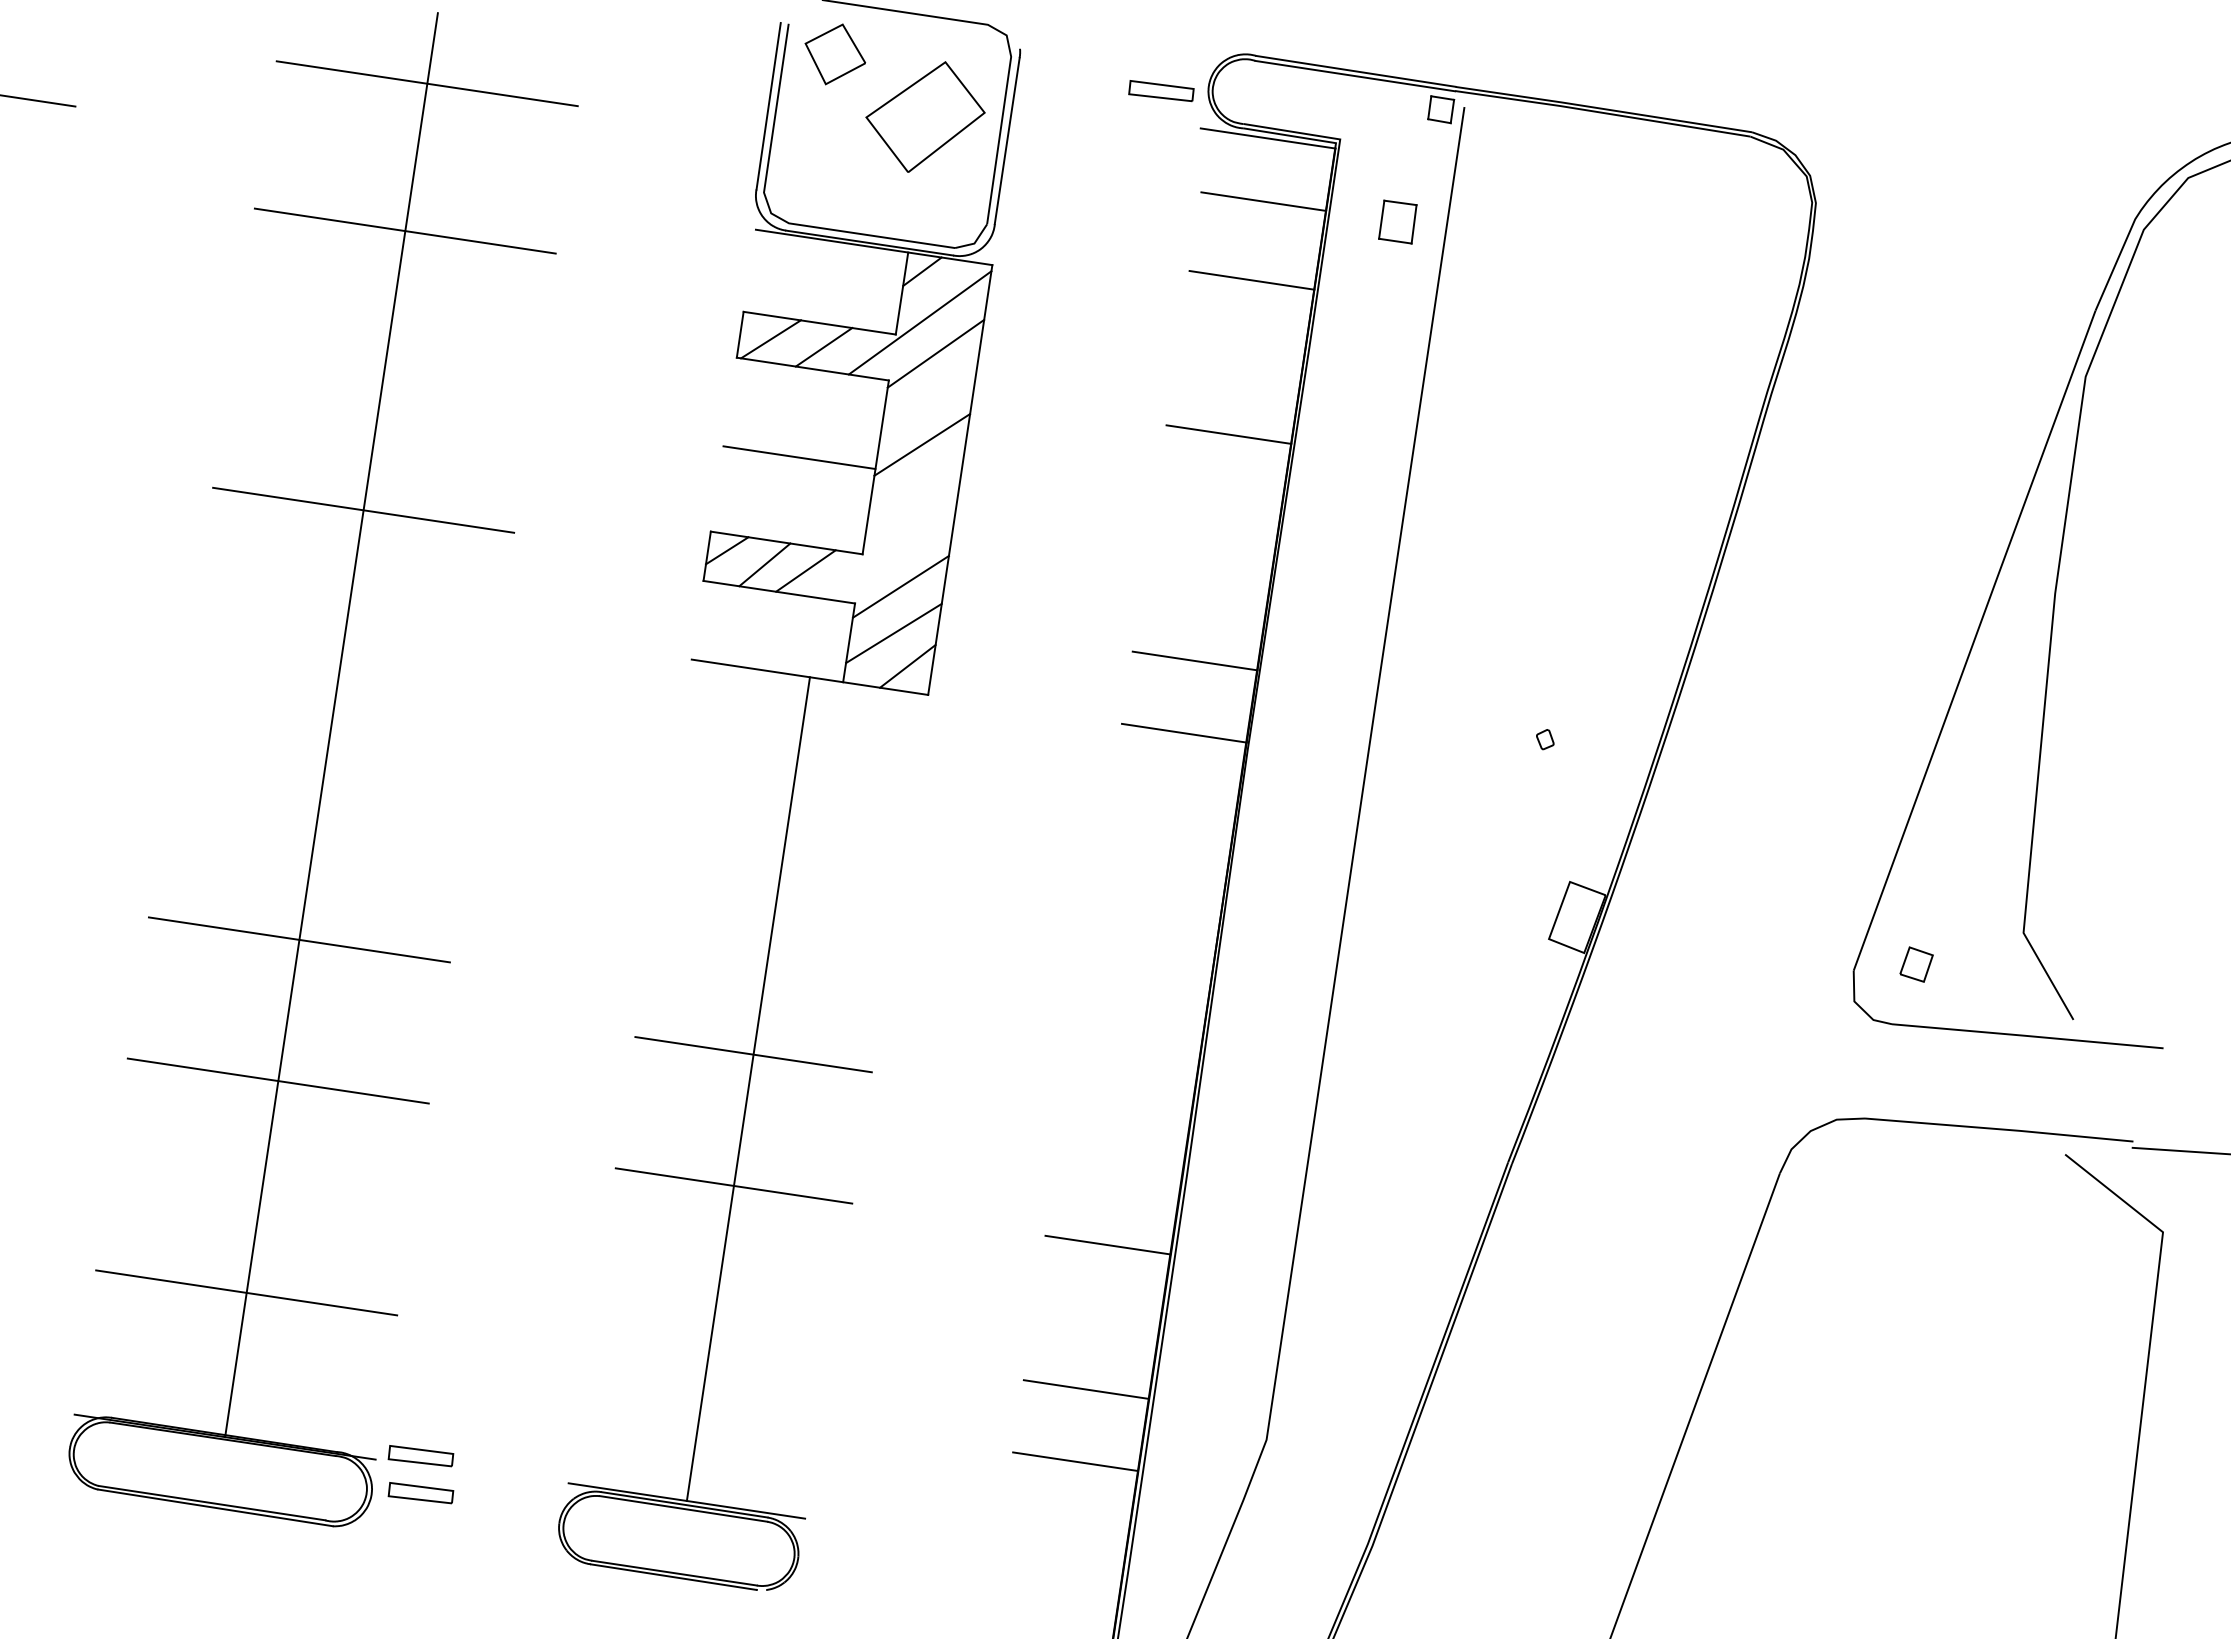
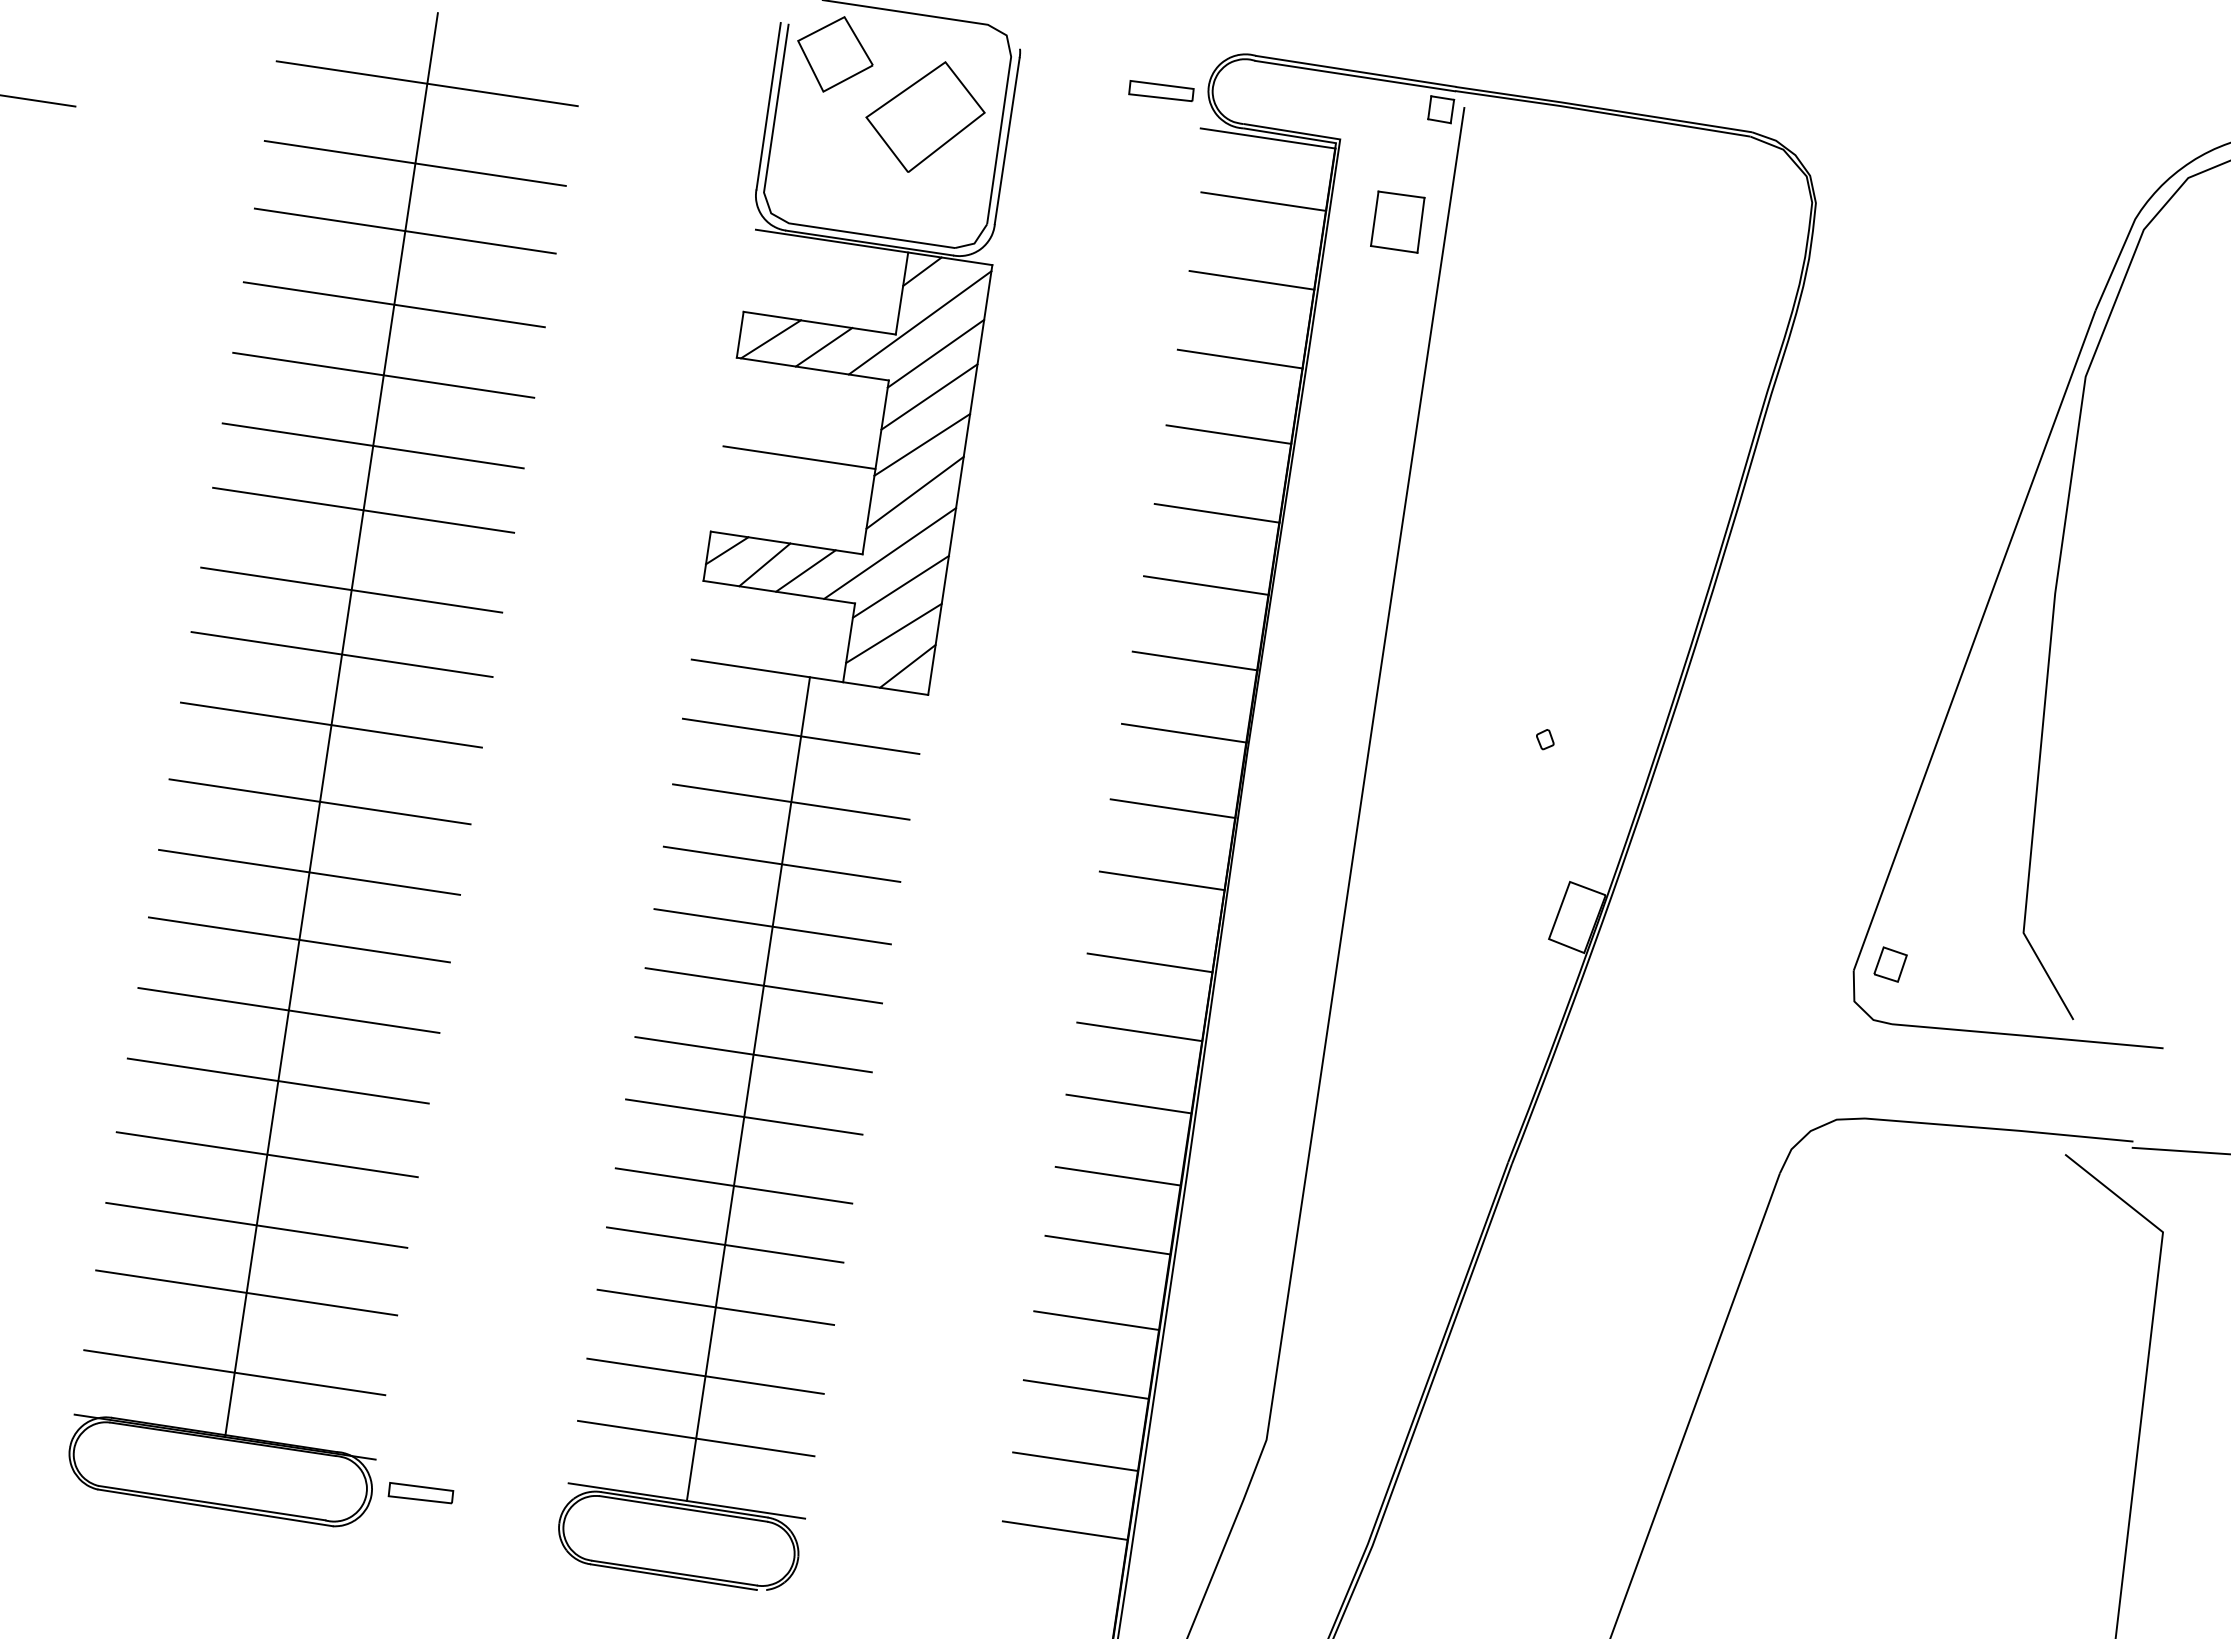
part at (835, 54) size: 63x63 px -> 77x77 px
line at (414, 162): none -> present
part at (1397, 221) size: 40x46 px -> 56x64 px
line at (393, 304): none -> present
line at (1239, 358): none -> present
line at (383, 374): none -> present
line at (929, 396): none -> present
line at (372, 445): none -> present
line at (914, 492): none -> present
line at (1216, 512): none -> present
line at (890, 553): none -> present
line at (1206, 585): none -> present
line at (351, 589): none -> present
line at (341, 654): none -> present
line at (330, 724): none -> present
line at (800, 736): none -> present
line at (319, 801): none -> present
line at (791, 801): none -> present
line at (1172, 808): none -> present
line at (781, 863): none -> present
line at (309, 871): none -> present
line at (1161, 880): none -> present
line at (772, 926): none -> present
line at (1149, 962): none -> present
part at (1916, 964) position: (1916, 964) -> (1890, 964)
line at (763, 985): none -> present
line at (288, 1010): none -> present
line at (1139, 1031): none -> present
line at (1128, 1103): none -> present
line at (744, 1116): none -> present
line at (266, 1154): none -> present
line at (1117, 1175): none -> present
line at (256, 1224): none -> present
line at (724, 1244): none -> present
line at (715, 1306): none -> present
line at (1096, 1320): none -> present
line at (234, 1372): none -> present
line at (705, 1375): none -> present
line at (696, 1438): none -> present
part at (420, 1456): present -> none
line at (1064, 1530): none -> present
